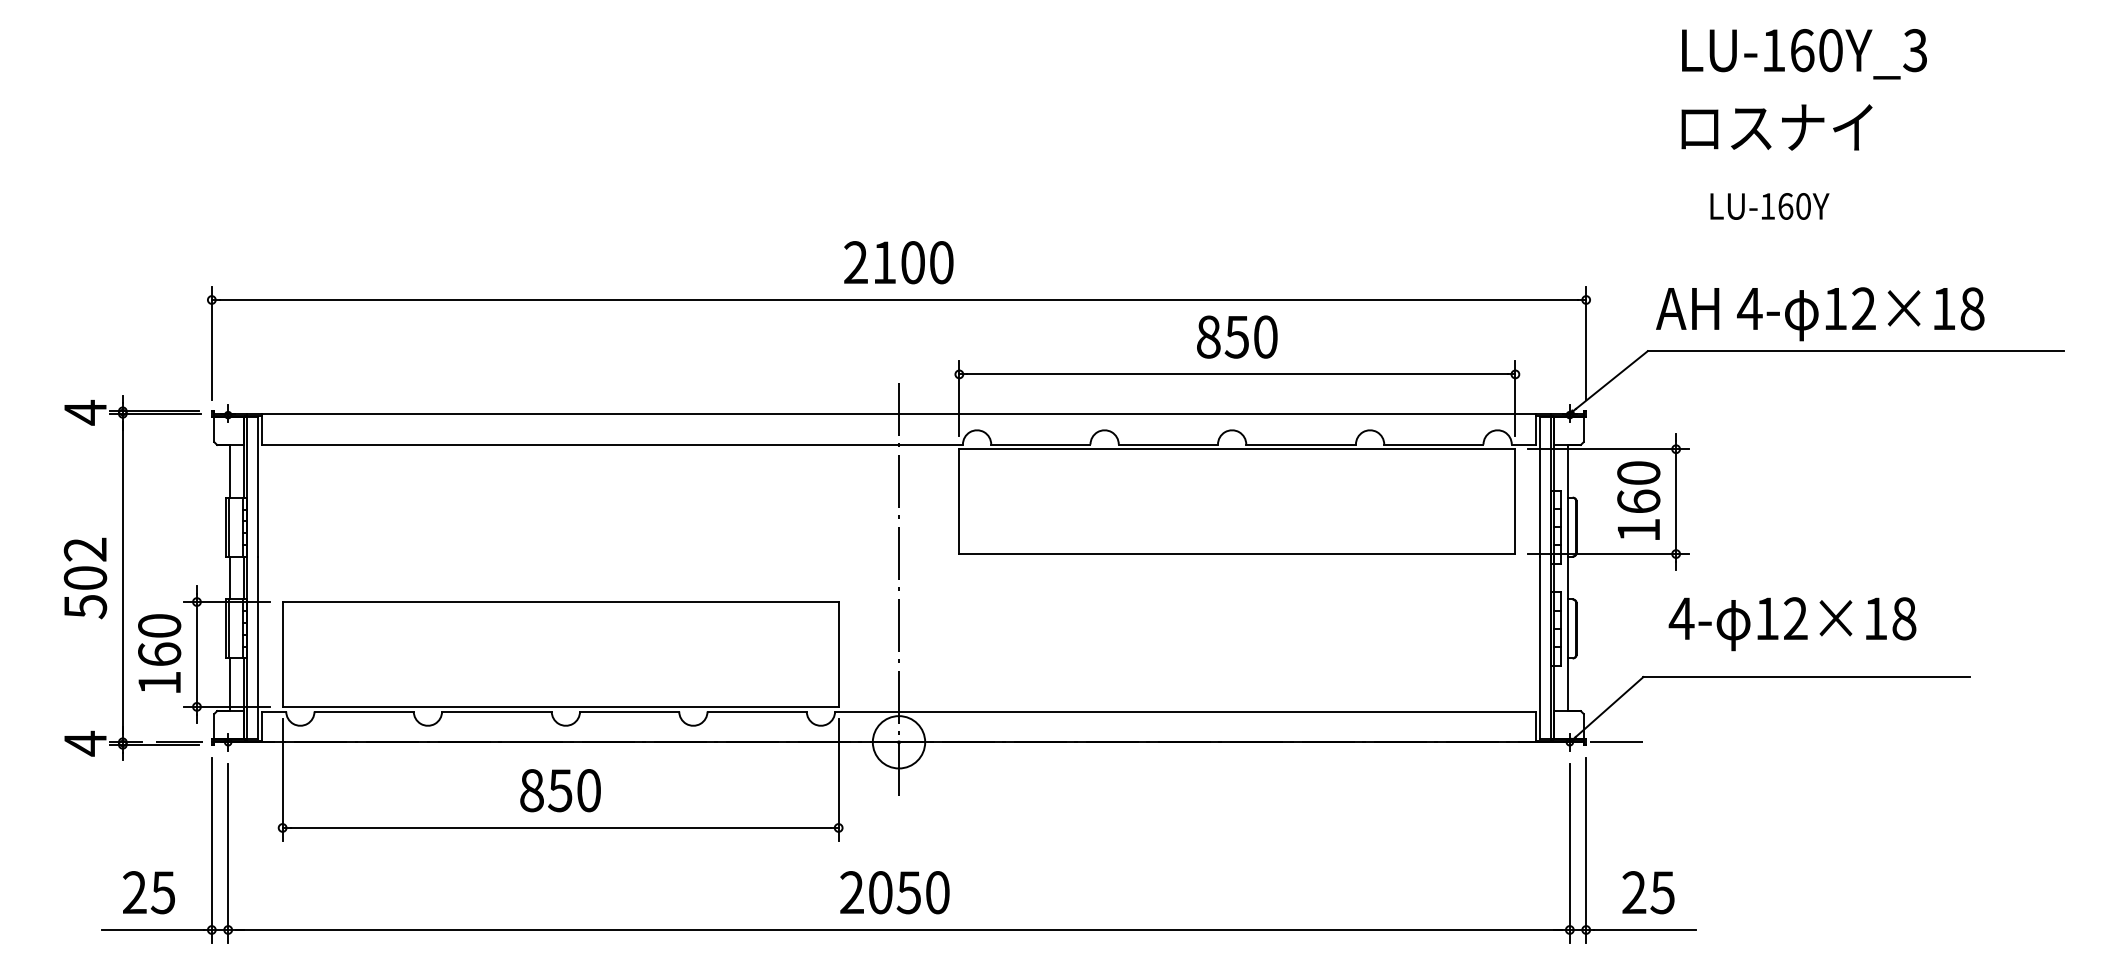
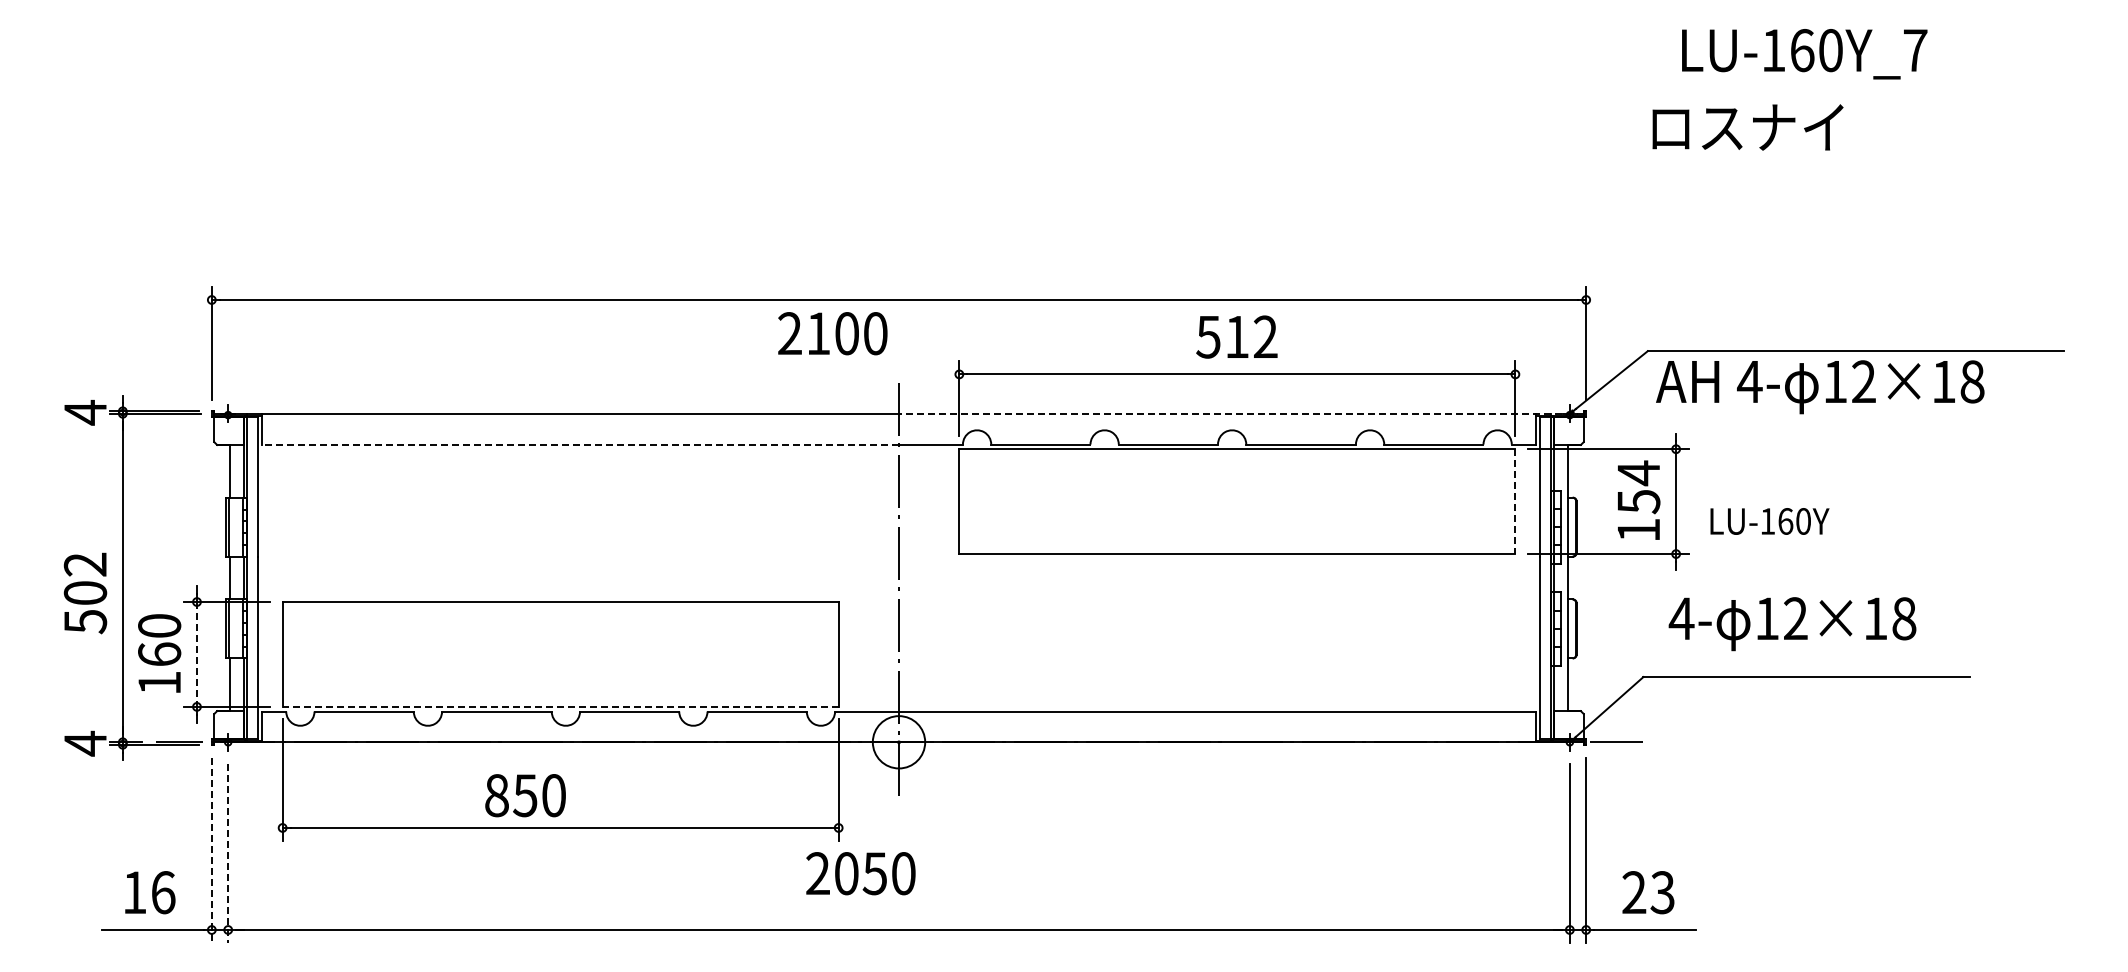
text at (1915, 50): LU-160Y_3 -> LU-160Y_7
text at (1776, 127) position: (1776, 127) -> (1747, 127)
text at (1769, 206) position: (1769, 206) -> (1769, 521)
text at (898, 262) position: (898, 262) -> (832, 333)
text at (1820, 314) position: (1820, 314) -> (1820, 387)
text at (1236, 336): 850 -> 512
line at (1240, 413): solid -> dashed
line at (580, 444): solid -> dashed
text at (1638, 487): 160 -> 154
line at (1515, 502): solid -> dashed
text at (85, 578) position: (85, 578) -> (85, 593)
line at (196, 654): solid -> dashed
line at (560, 706): solid -> dashed
text at (560, 790) position: (560, 790) -> (525, 795)
line at (211, 850): solid -> dashed
line at (228, 853): solid -> dashed
text at (149, 892): 25 -> 16
text at (894, 892) position: (894, 892) -> (860, 873)
text at (1662, 892): 25 -> 23
